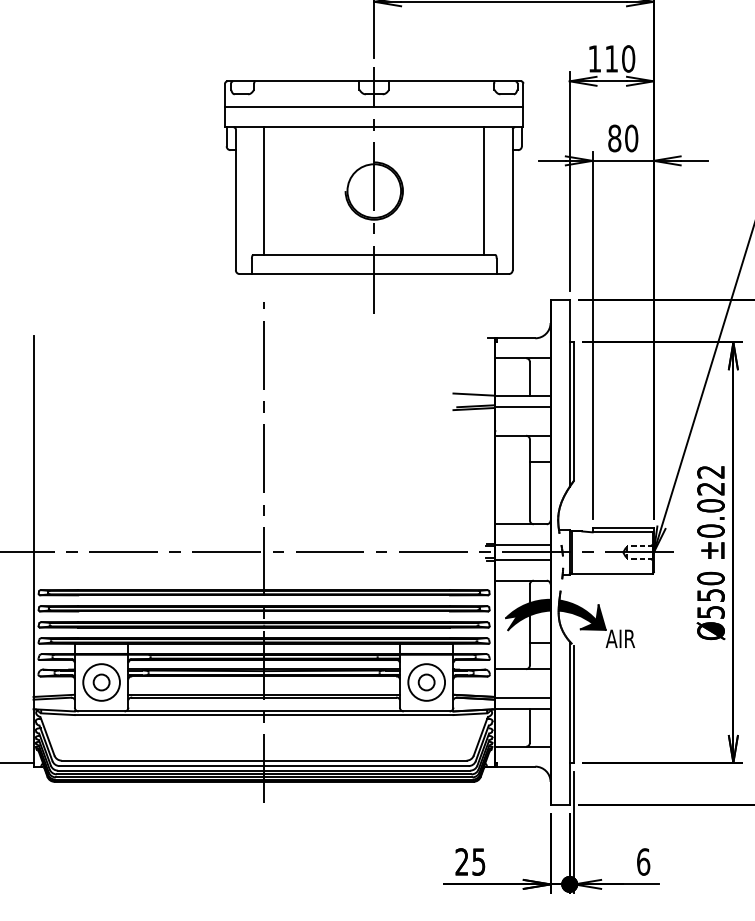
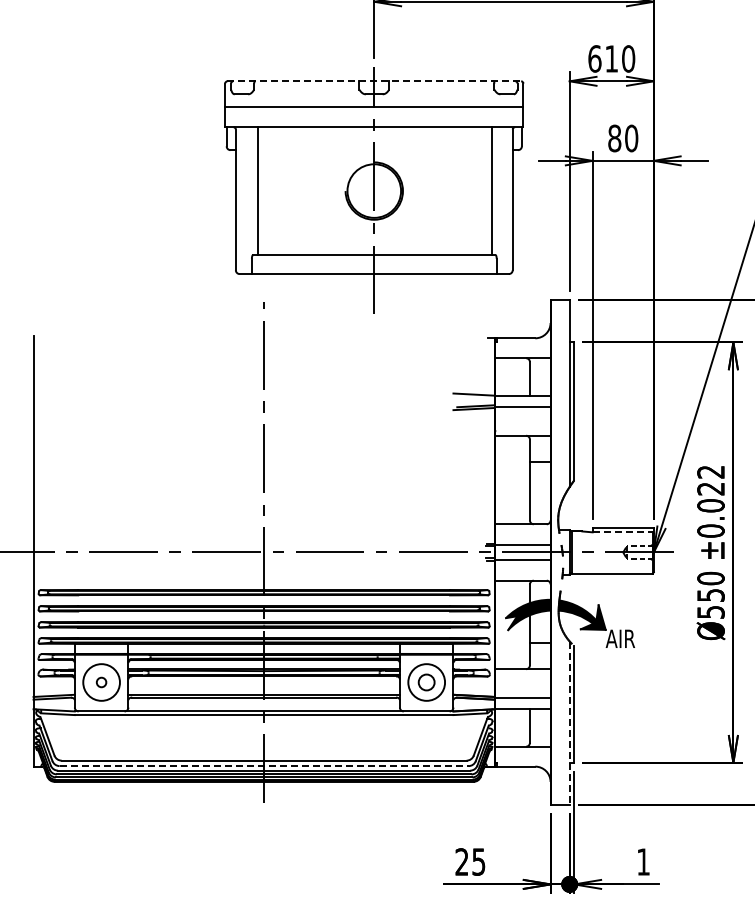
text at (594, 58): 110 -> 610
line at (374, 81): solid -> dashed
line at (264, 190) position: (264, 190) -> (258, 190)
line at (484, 190) position: (484, 190) -> (492, 190)
line at (623, 532): solid -> dashed
circle at (101, 682) size: 19x19 px -> 13x13 px
line at (569, 723): solid -> dashed
line at (17, 762): present -> none
line at (264, 766): solid -> dashed
text at (643, 861): 6 -> 1
